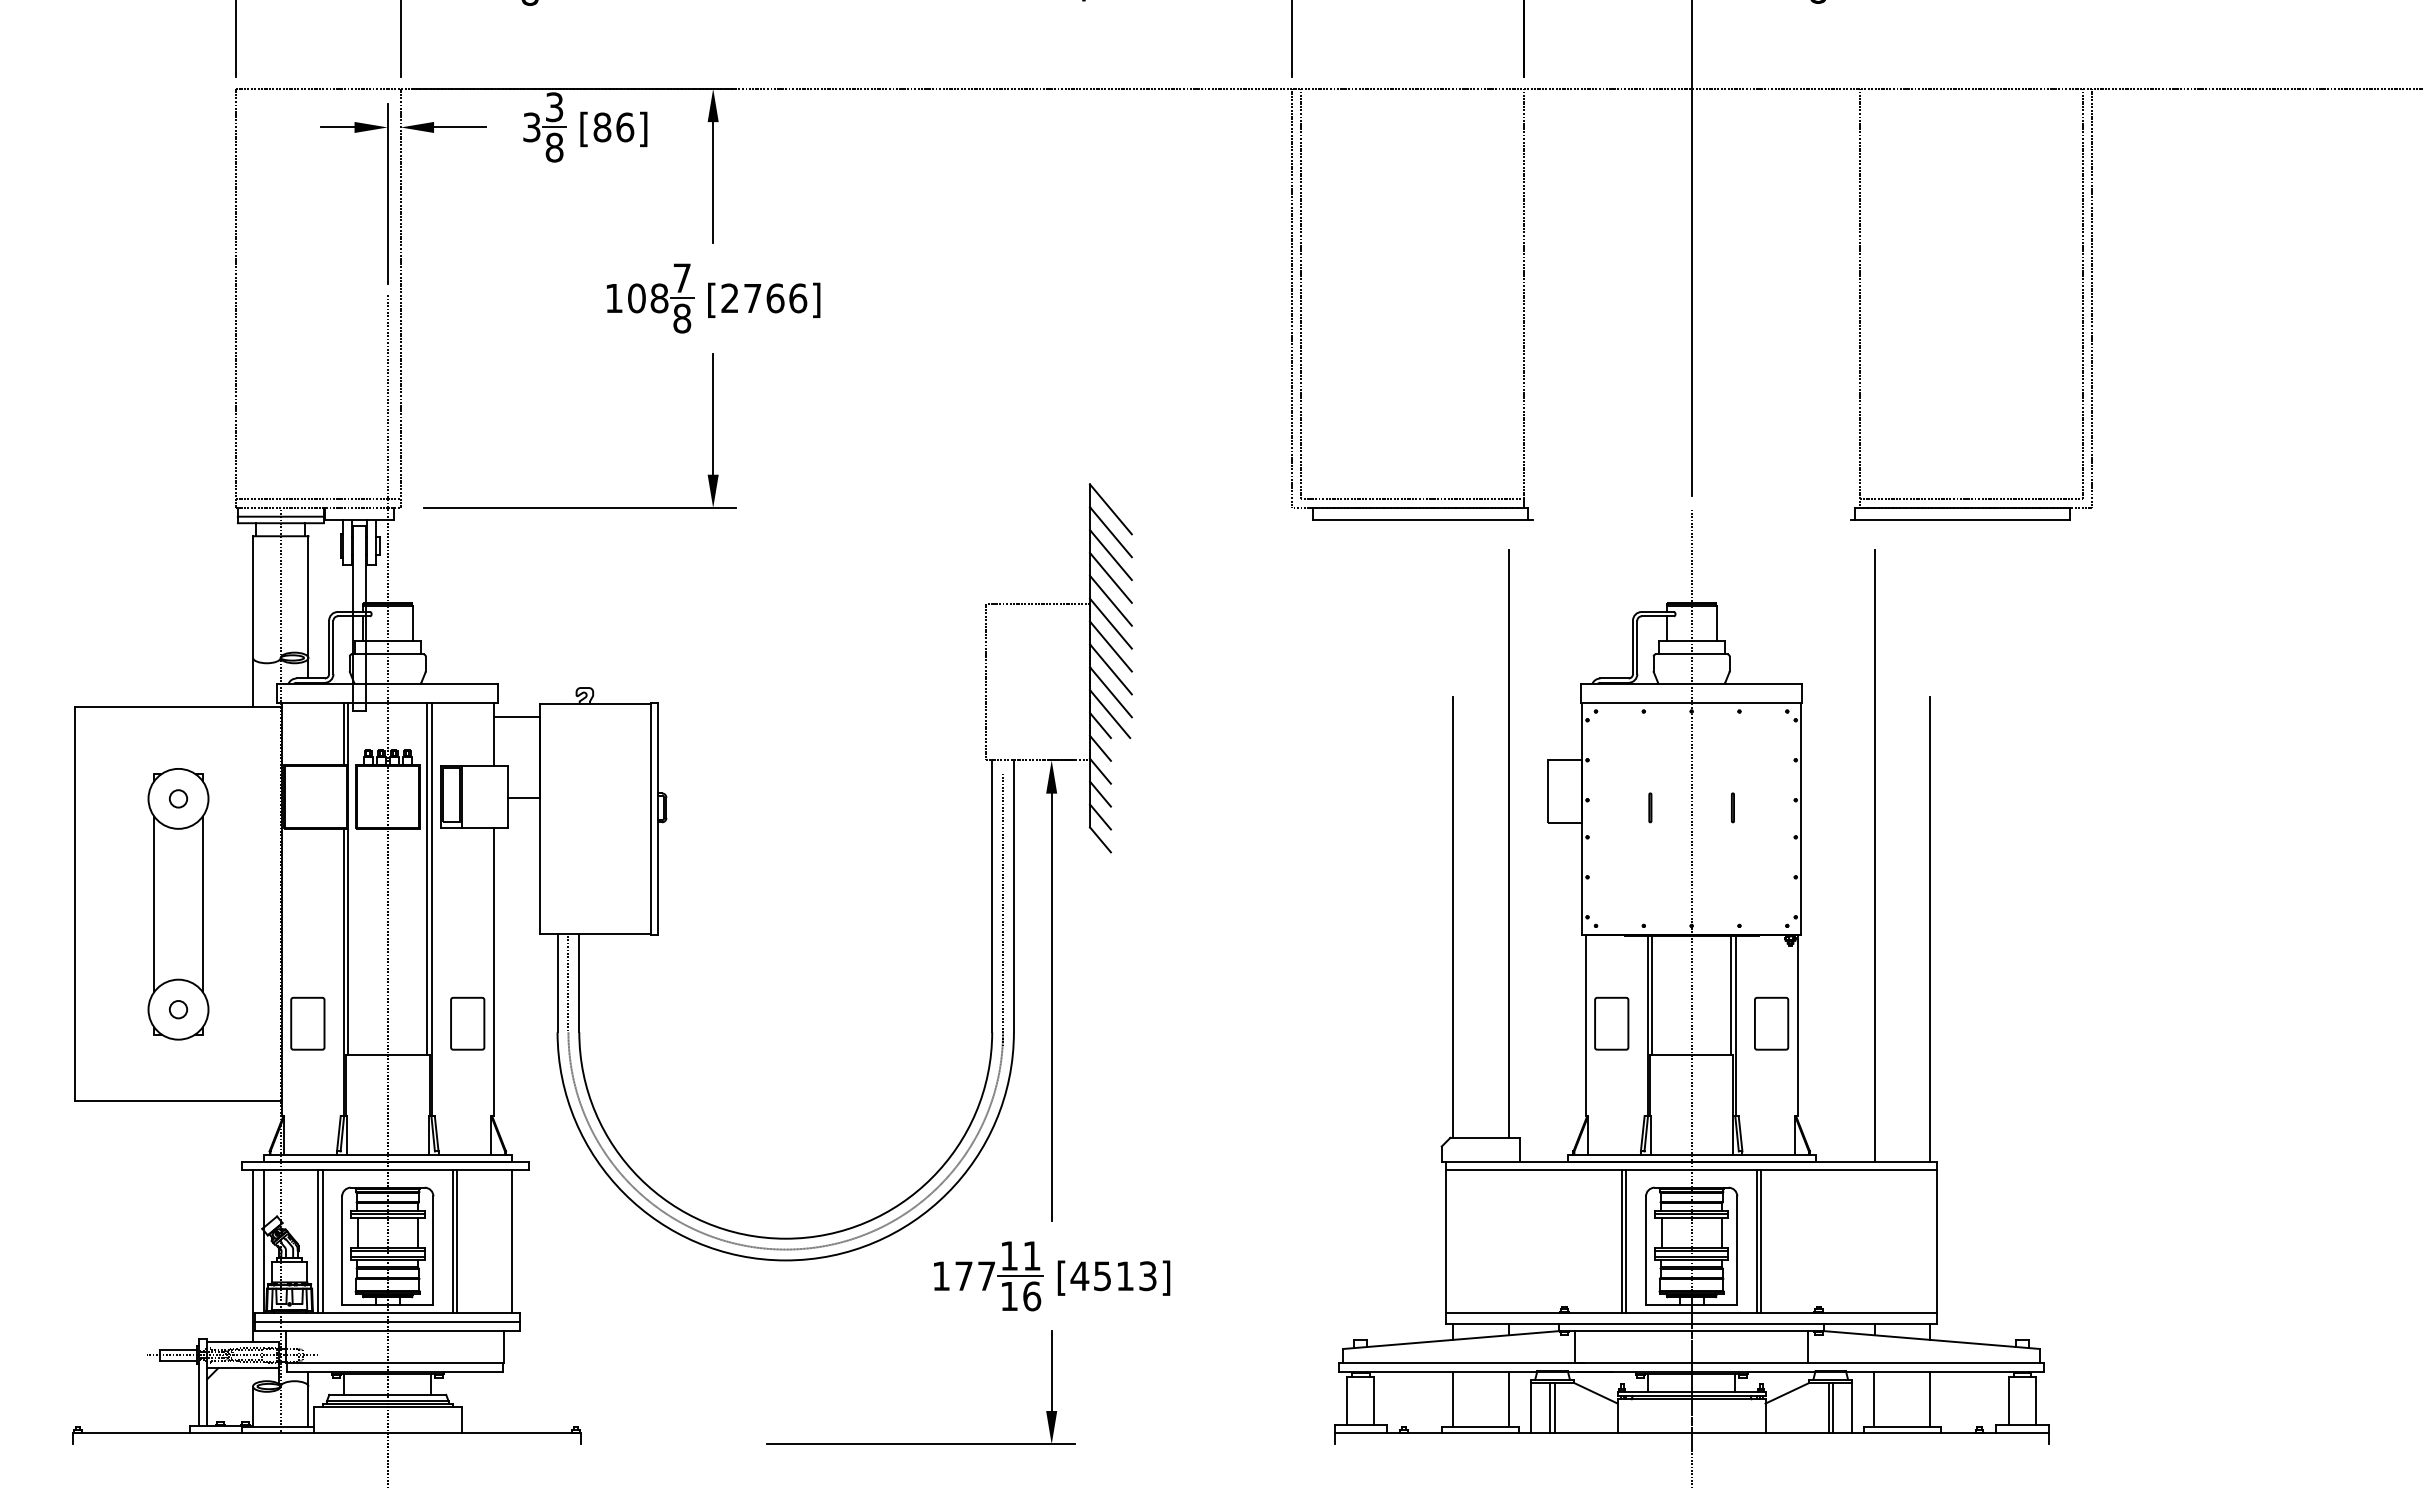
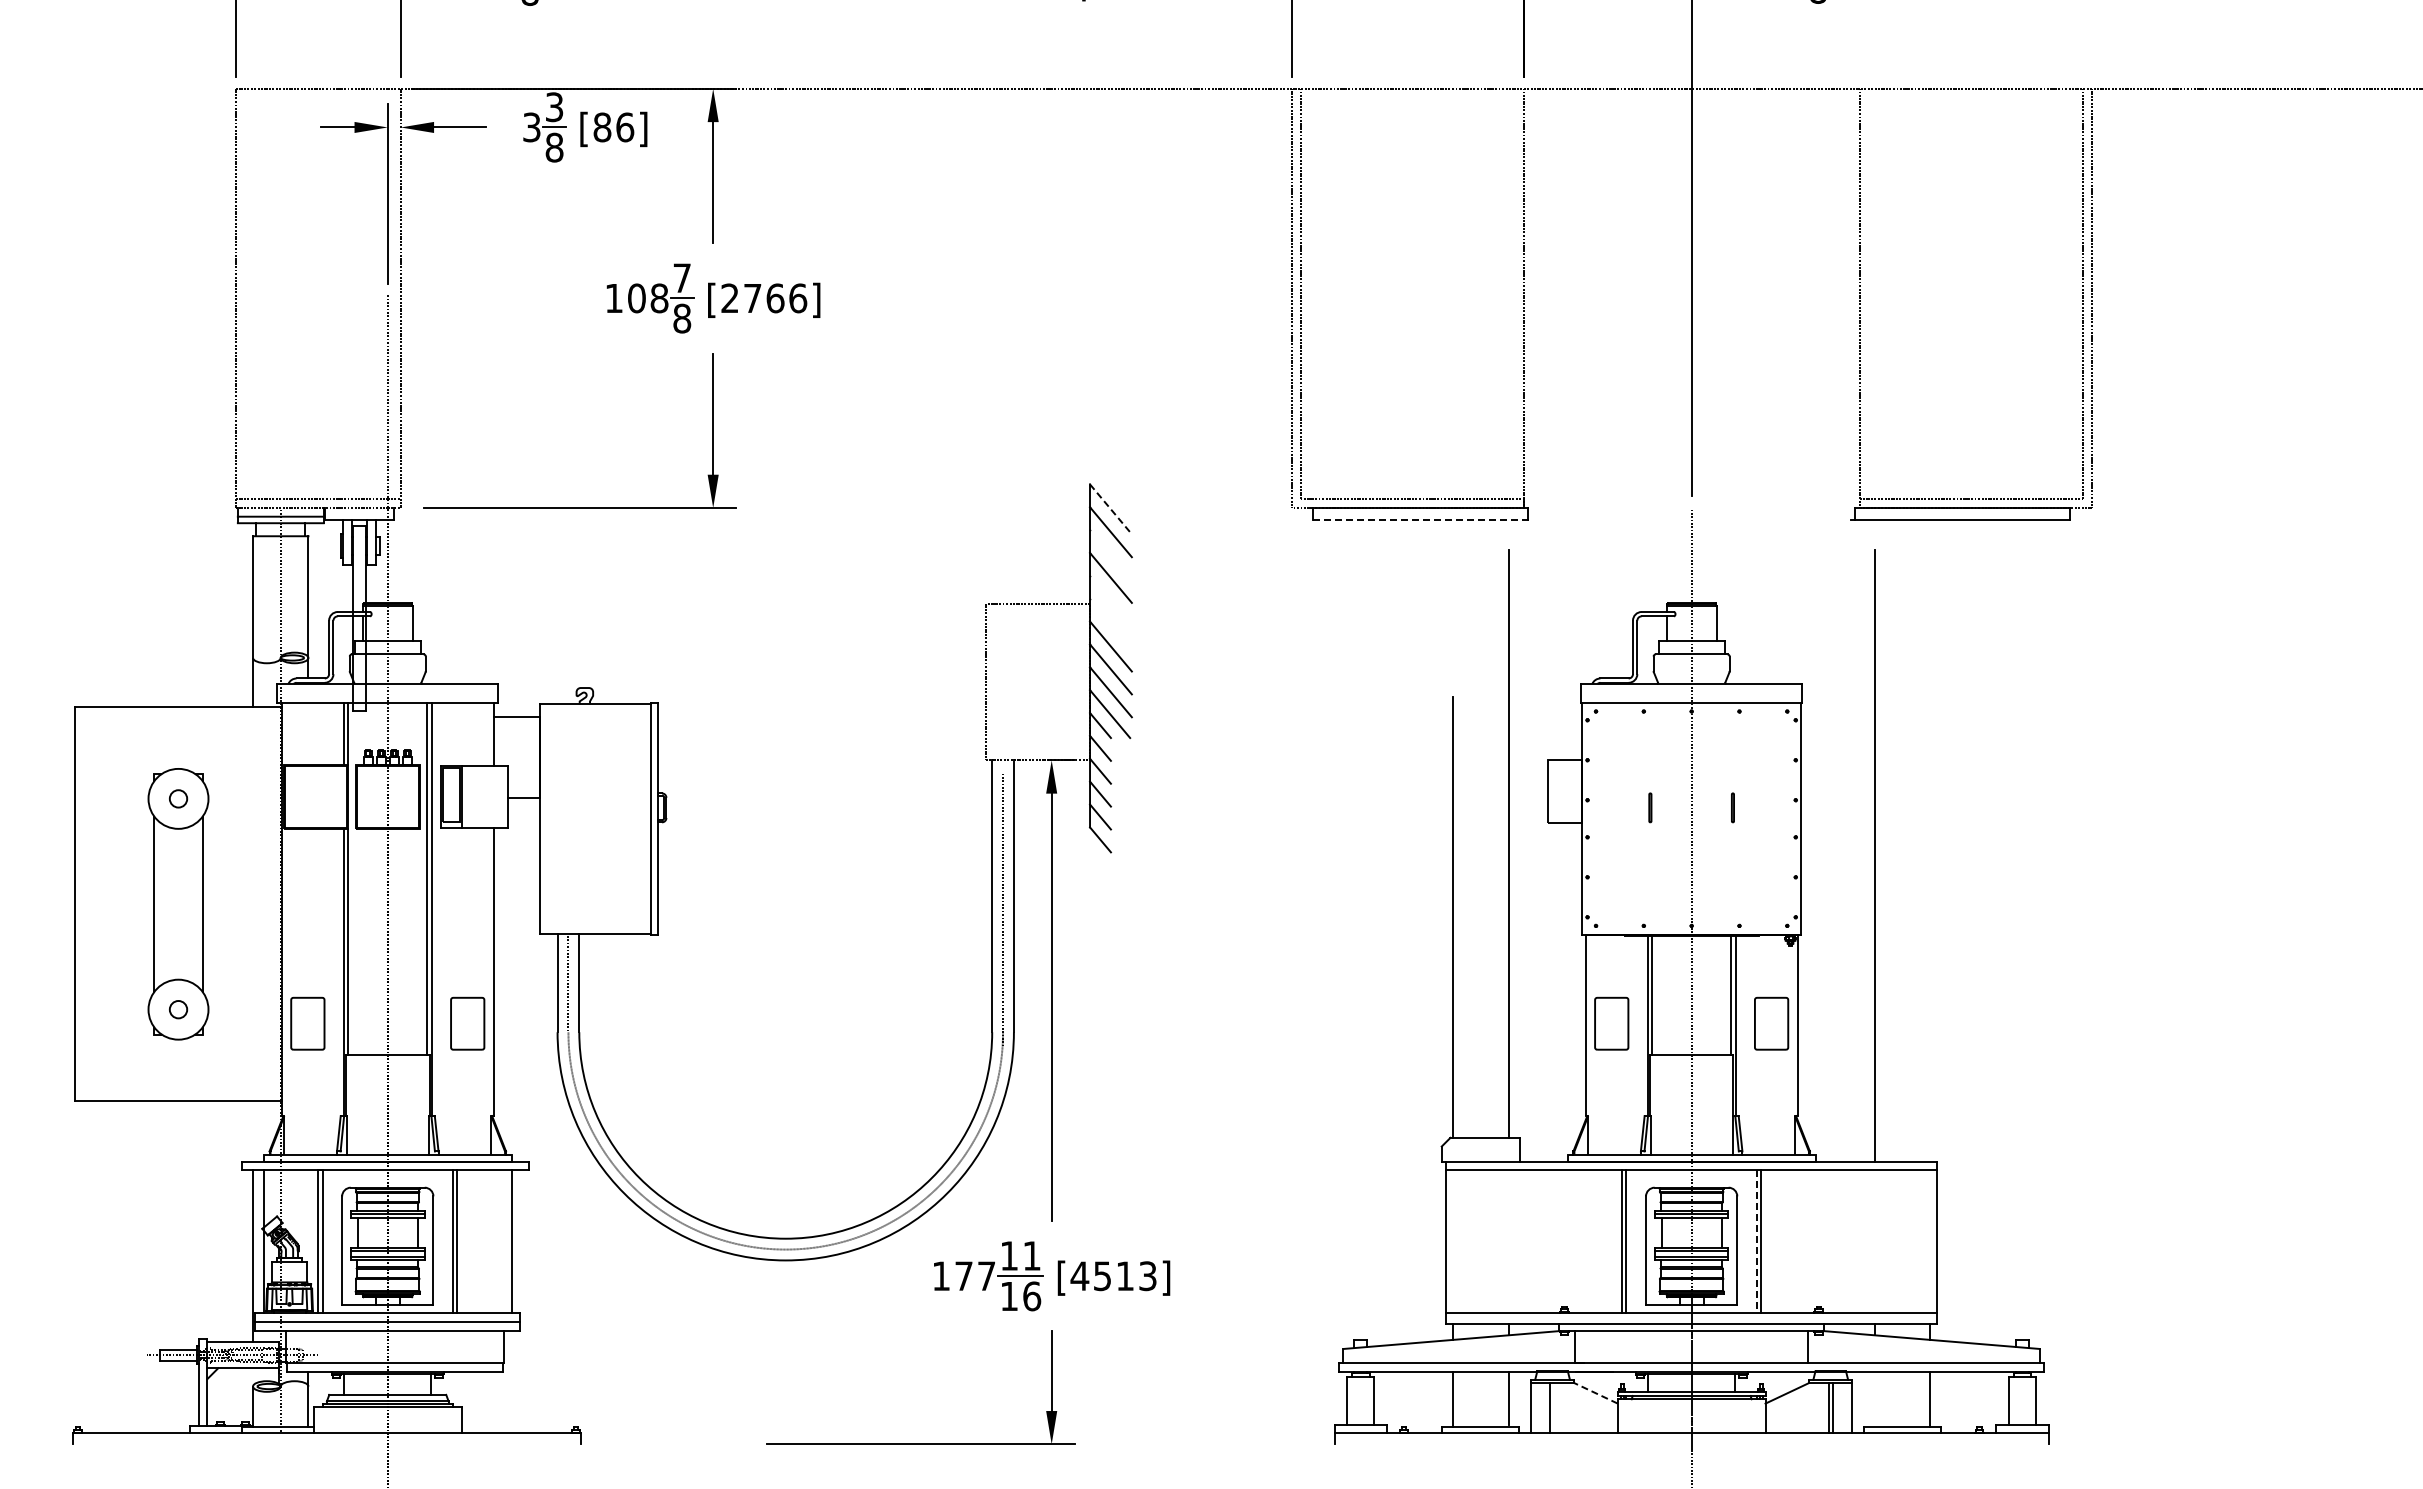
line at (1110, 509): solid -> dashed
line at (1422, 519): solid -> dashed
line at (1110, 555): present -> none
line at (1110, 600): present -> none
line at (1110, 623): present -> none
line at (1930, 929): present -> none
line at (1756, 1242): solid -> dashed
line at (1595, 1393): solid -> dashed
line at (1874, 1398): present -> none
line at (1554, 1408): present -> none
